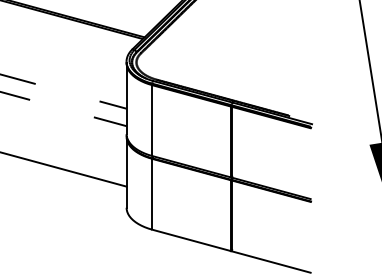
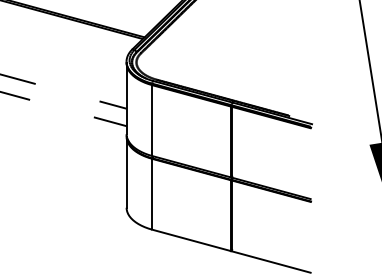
line at (64, 169): present -> none
